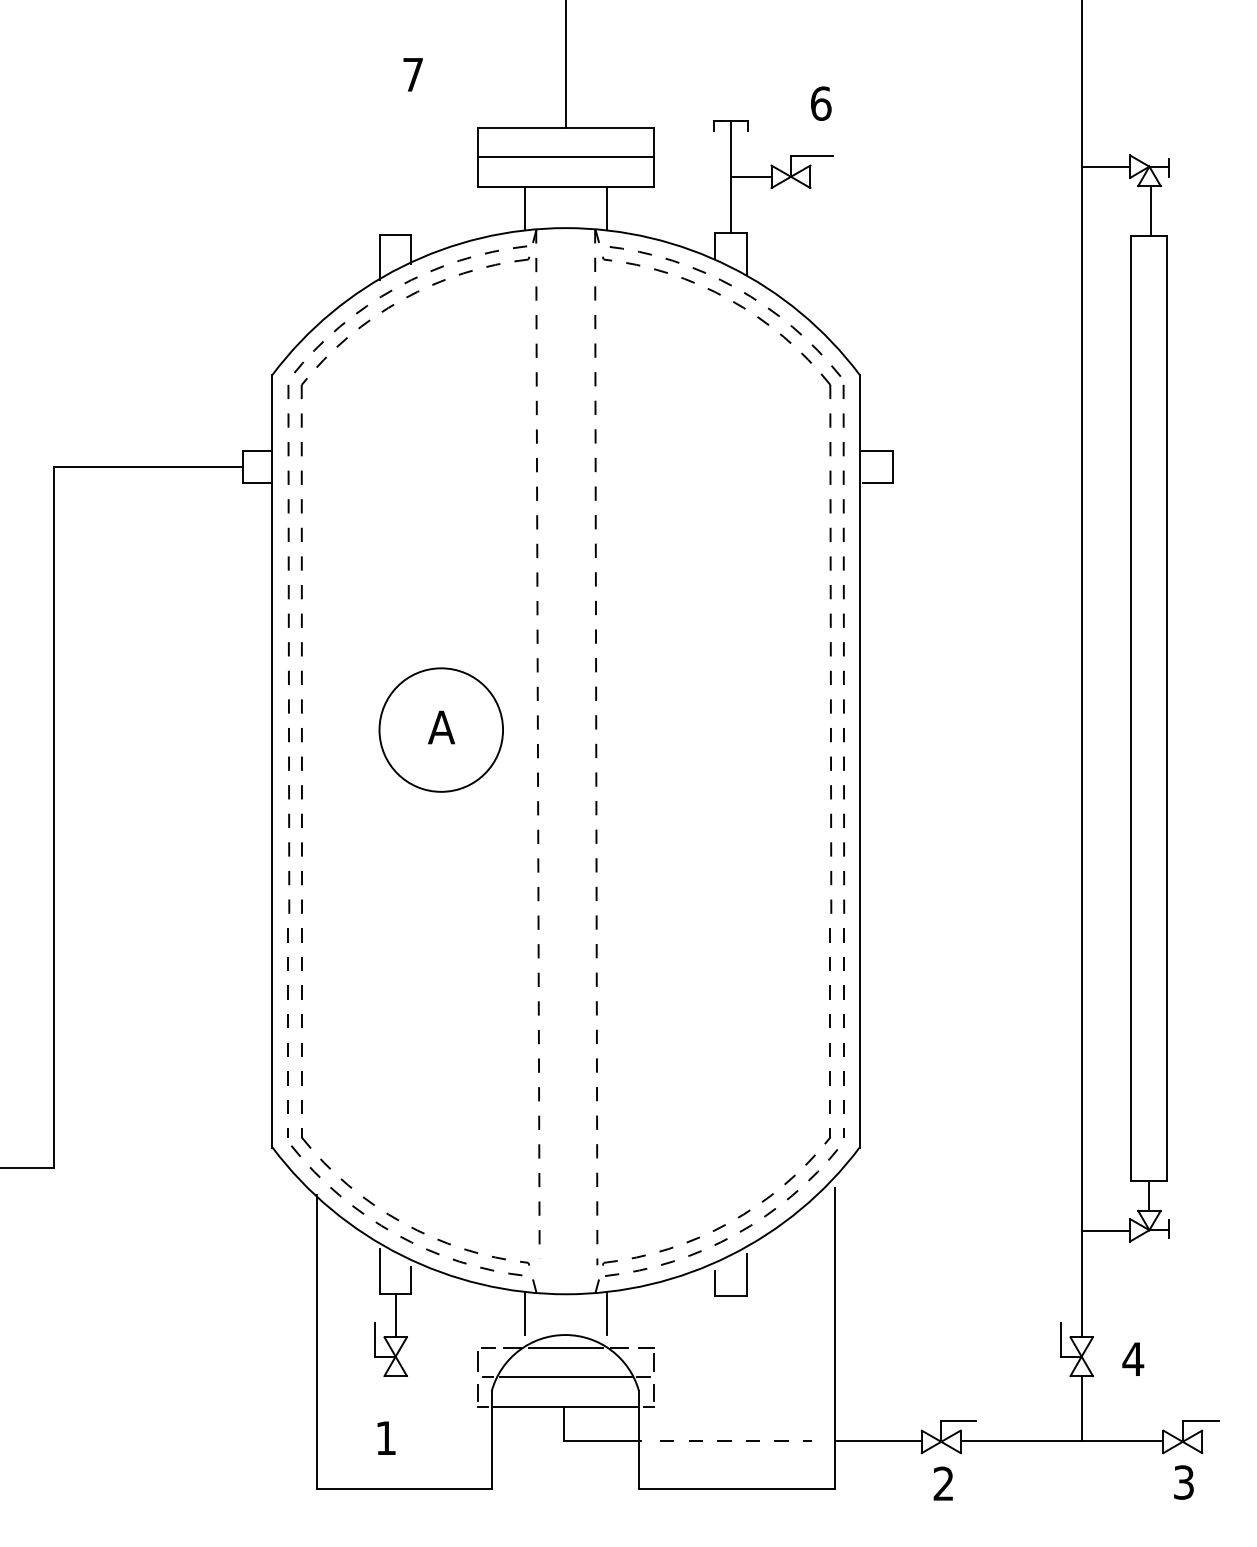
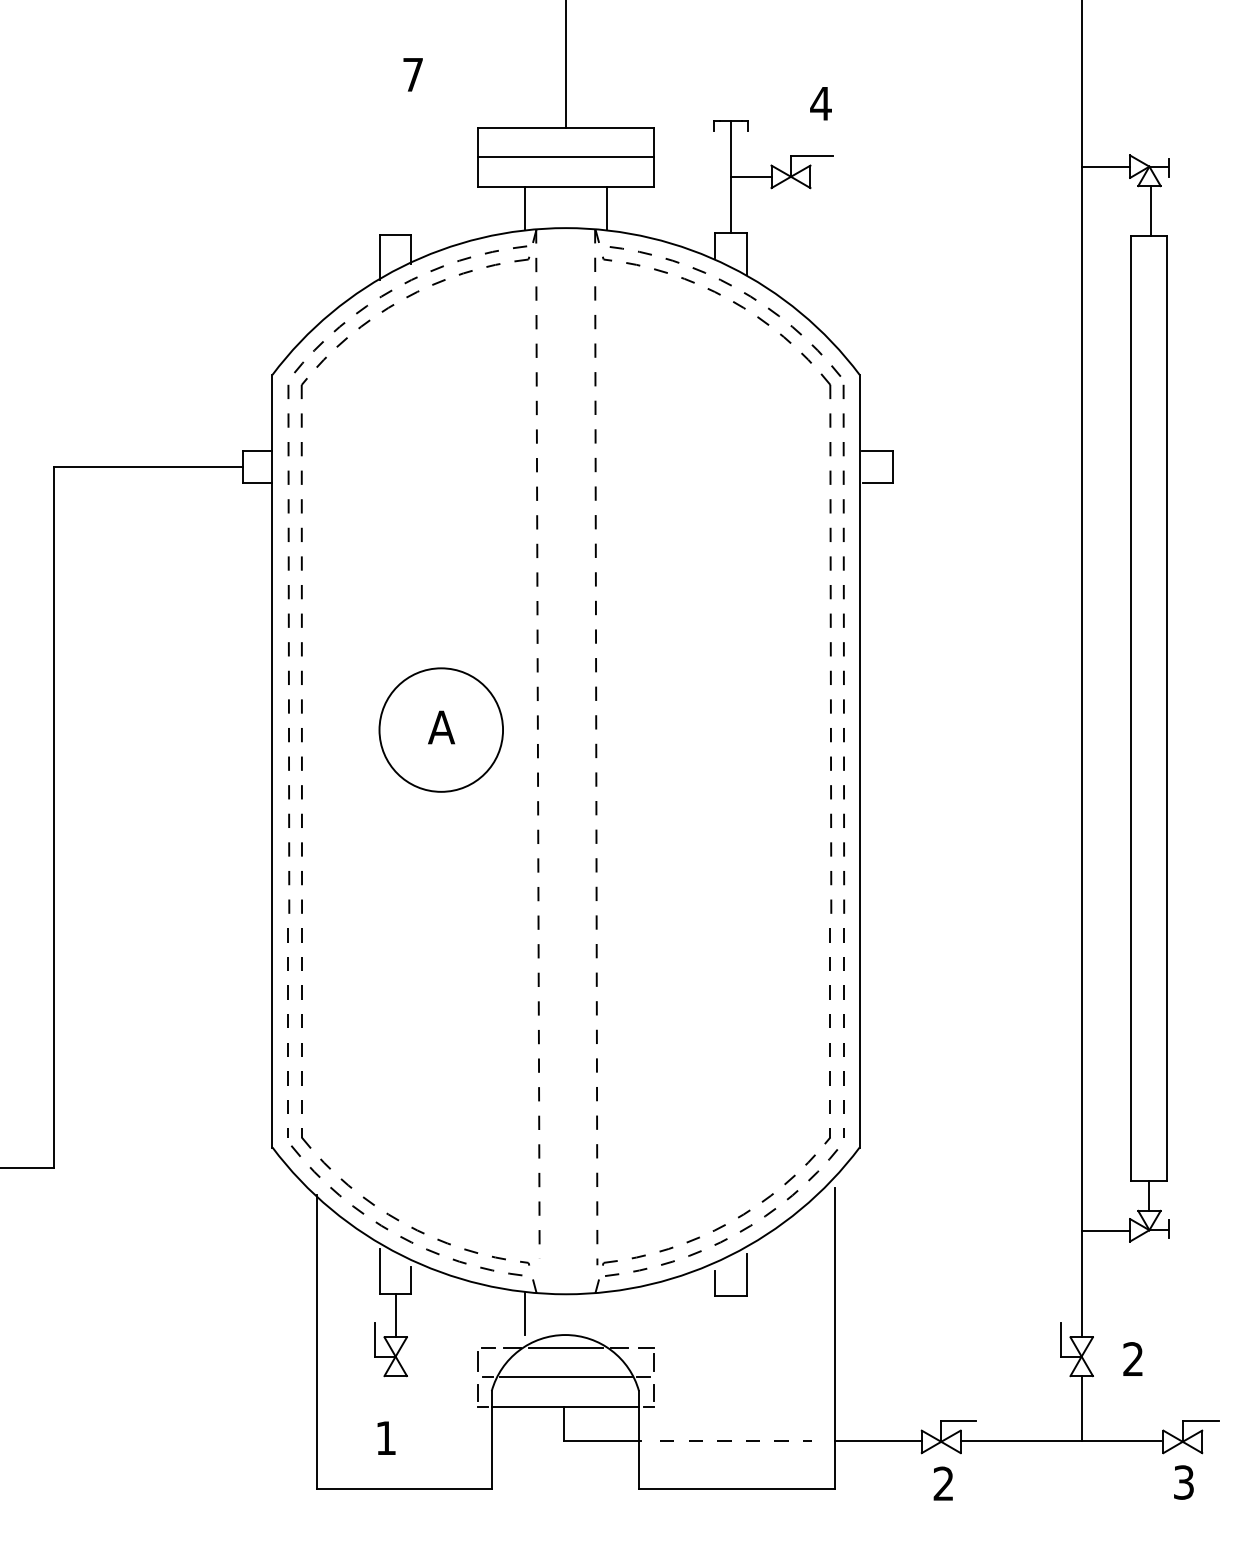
text at (820, 103): 6 -> 4
line at (607, 1313): present -> none
text at (1133, 1358): 4 -> 2
